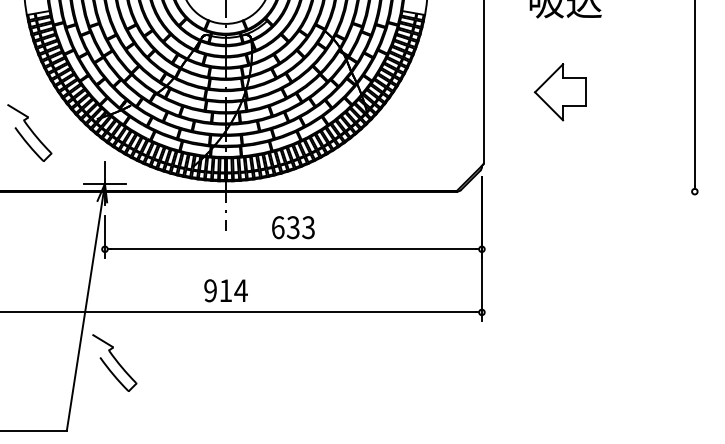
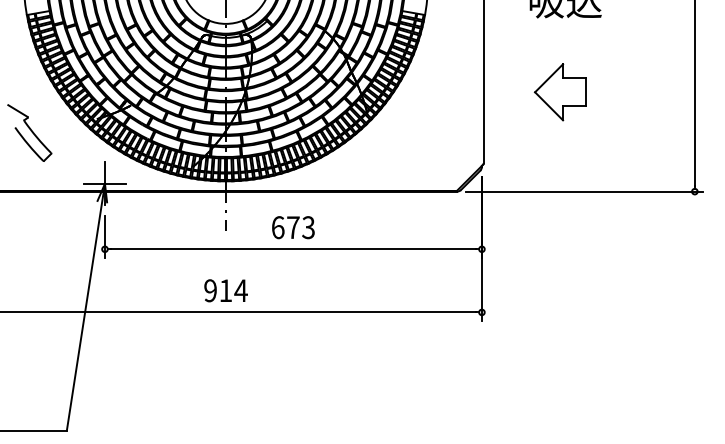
line at (584, 191): none -> present
text at (292, 227): 633 -> 673
part at (114, 362): present -> none
